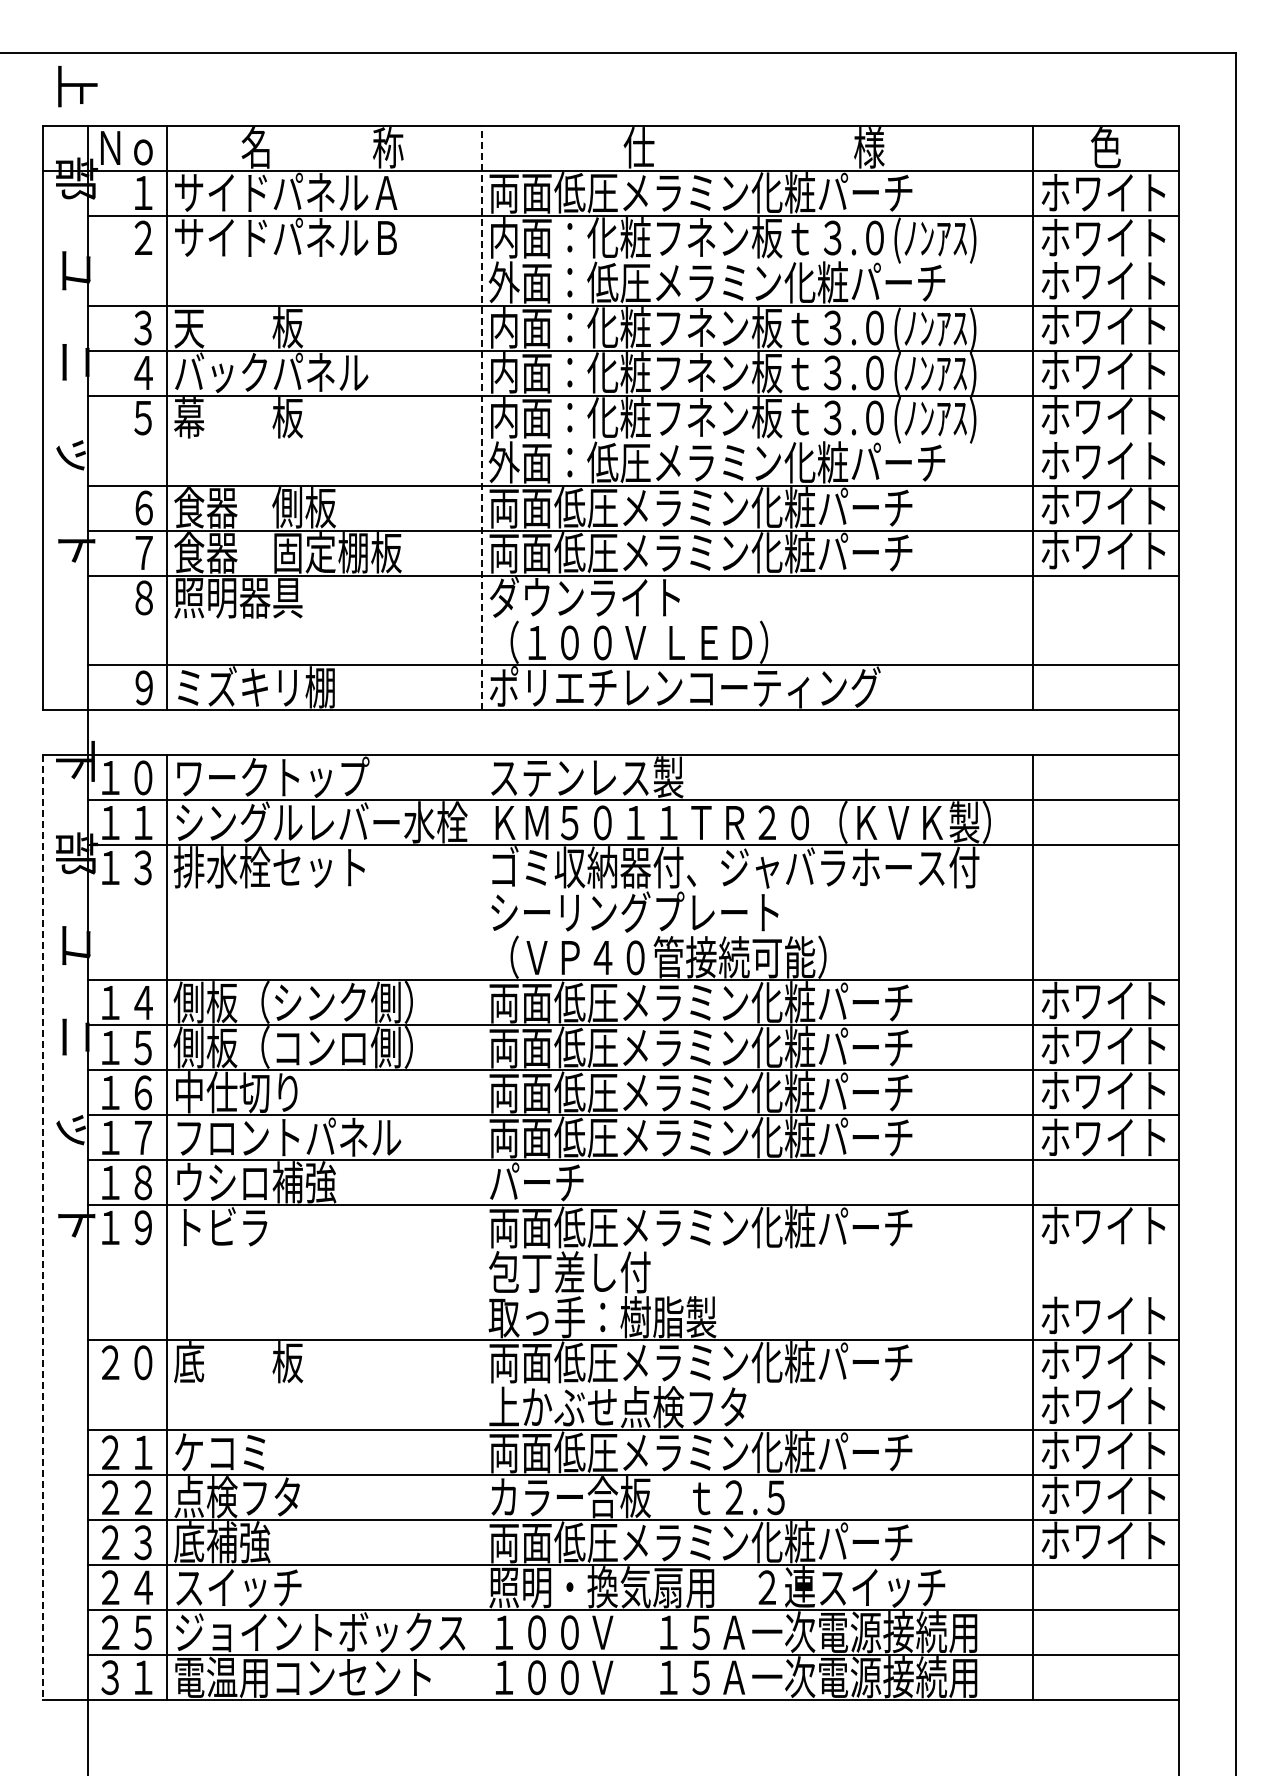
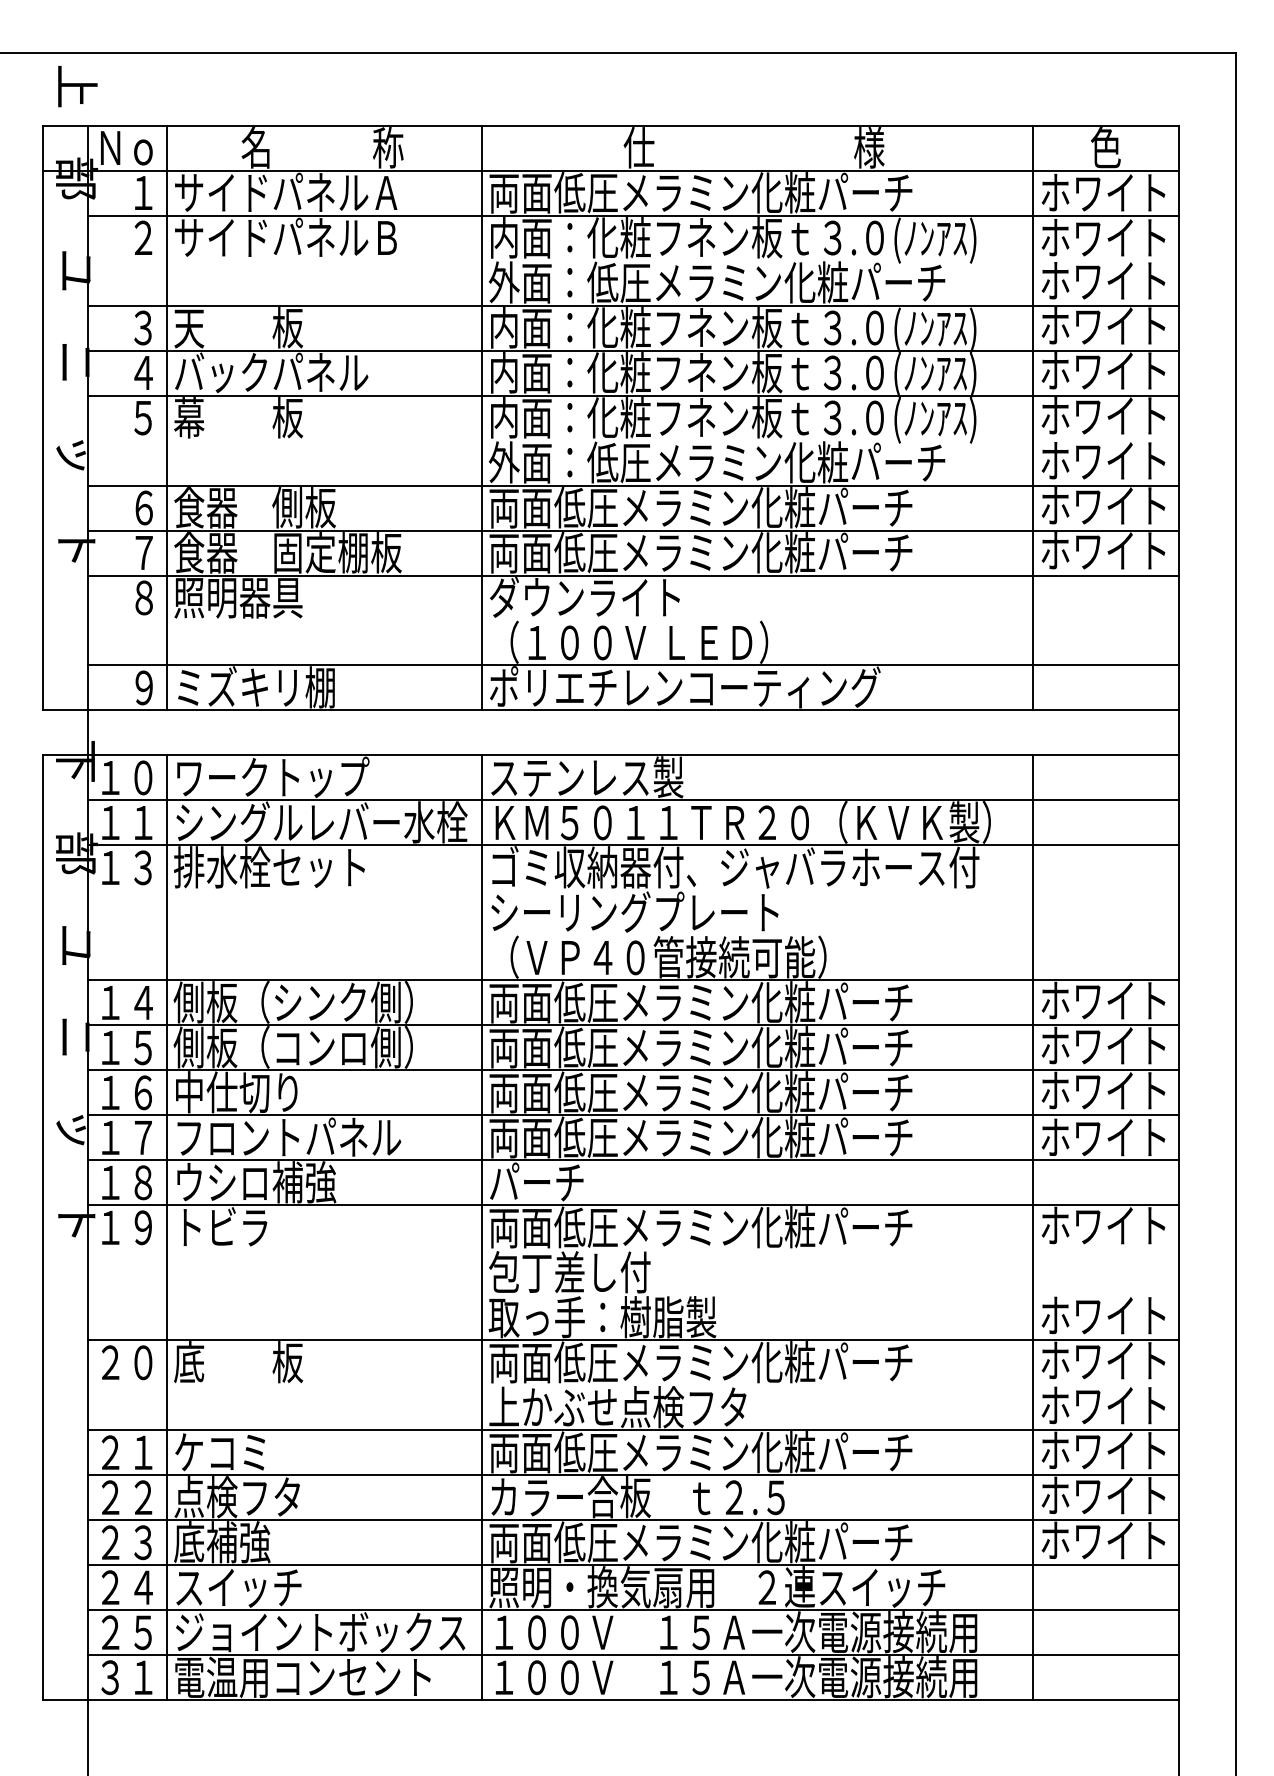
line at (482, 417): dashed -> solid
line at (482, 1227): none -> present
line at (43, 1228): dashed -> solid
